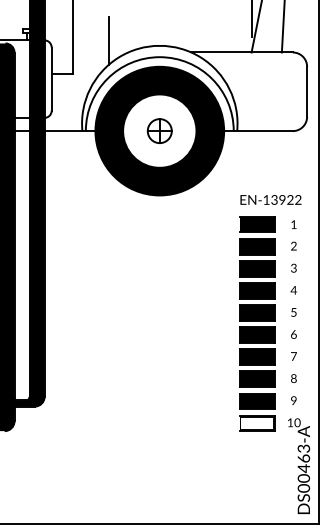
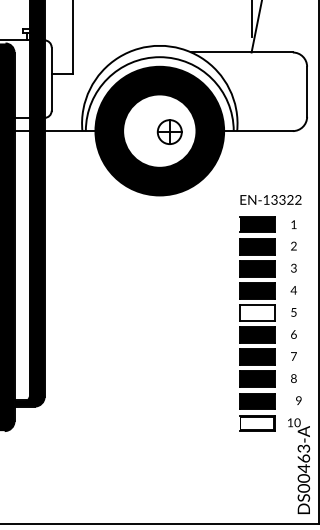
line at (282, 27): present -> none
line at (108, 40): present -> none
part at (159, 130) position: (159, 130) -> (169, 131)
text at (282, 199): EN-13922 -> EN-13322
fill at (257, 312): present -> none
text at (293, 400) position: (293, 400) -> (298, 400)
